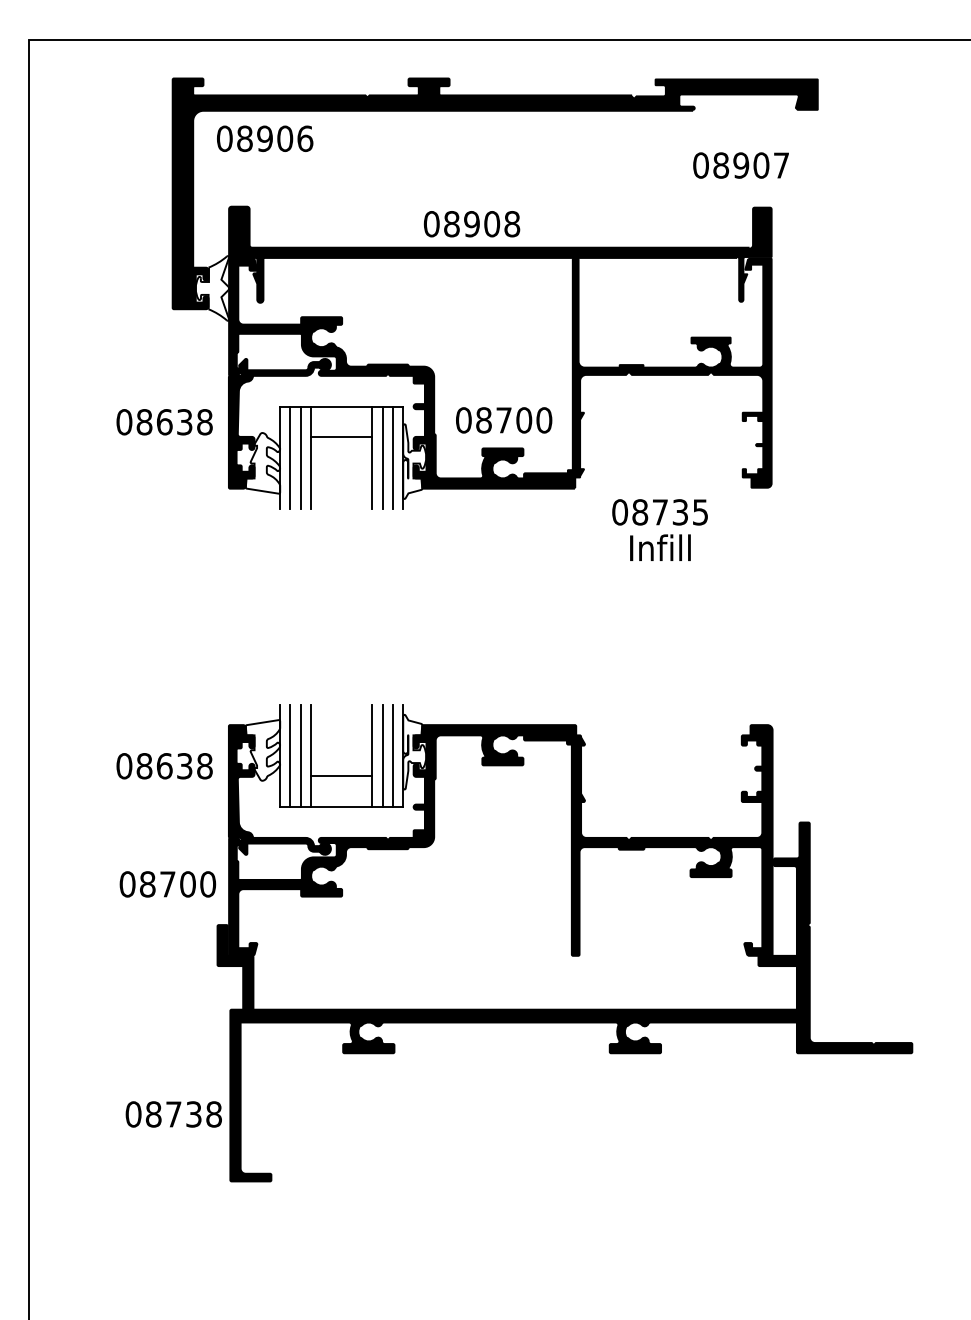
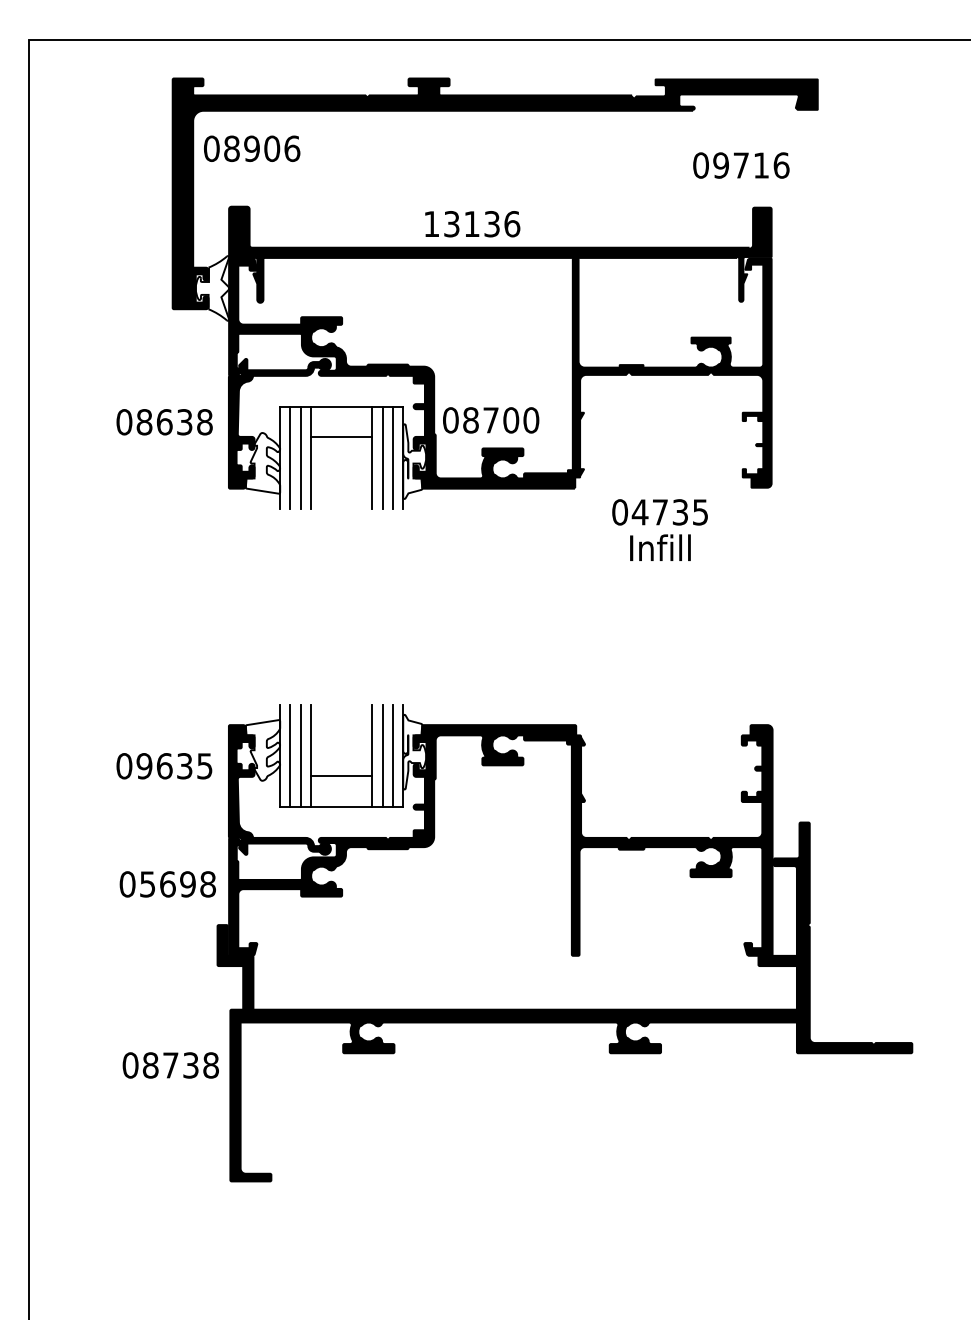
text at (265, 138) position: (265, 138) -> (252, 148)
text at (751, 165): 08907 -> 09716
text at (471, 224): 08908 -> 13136
text at (504, 420) position: (504, 420) -> (491, 420)
text at (639, 512): 08735 -> 04735
text at (174, 766): 08638 -> 09635
text at (178, 884): 08700 -> 05698
text at (173, 1114) position: (173, 1114) -> (170, 1065)
